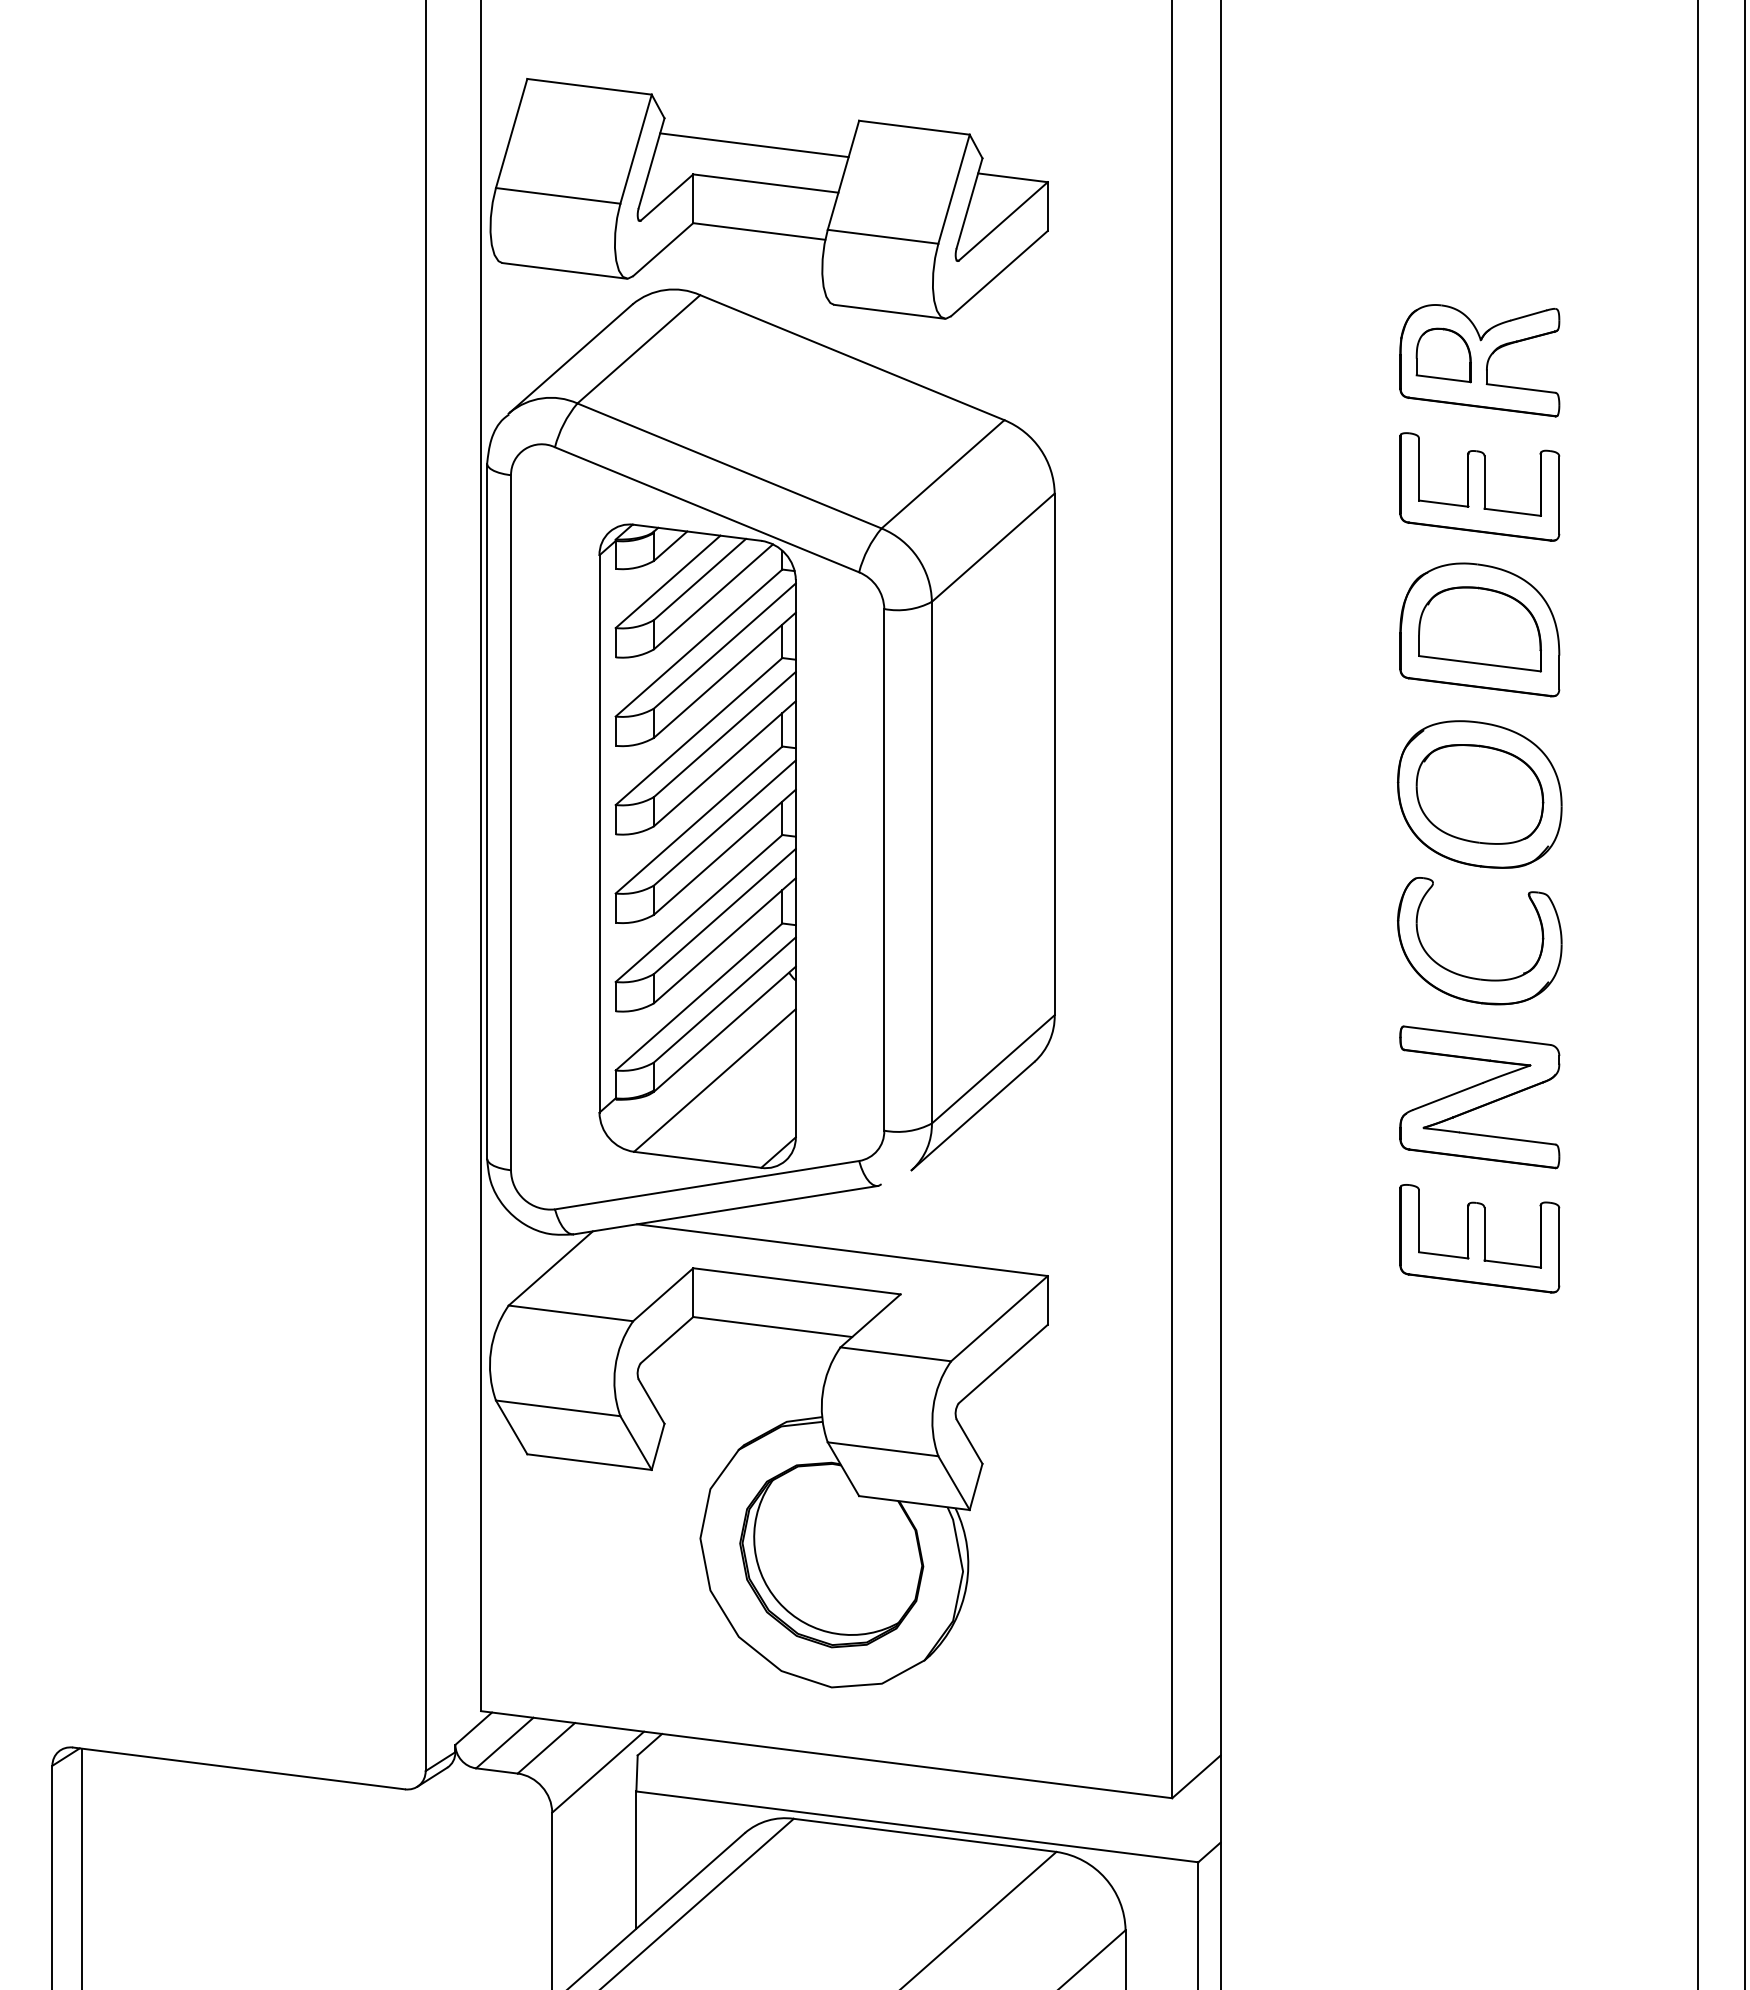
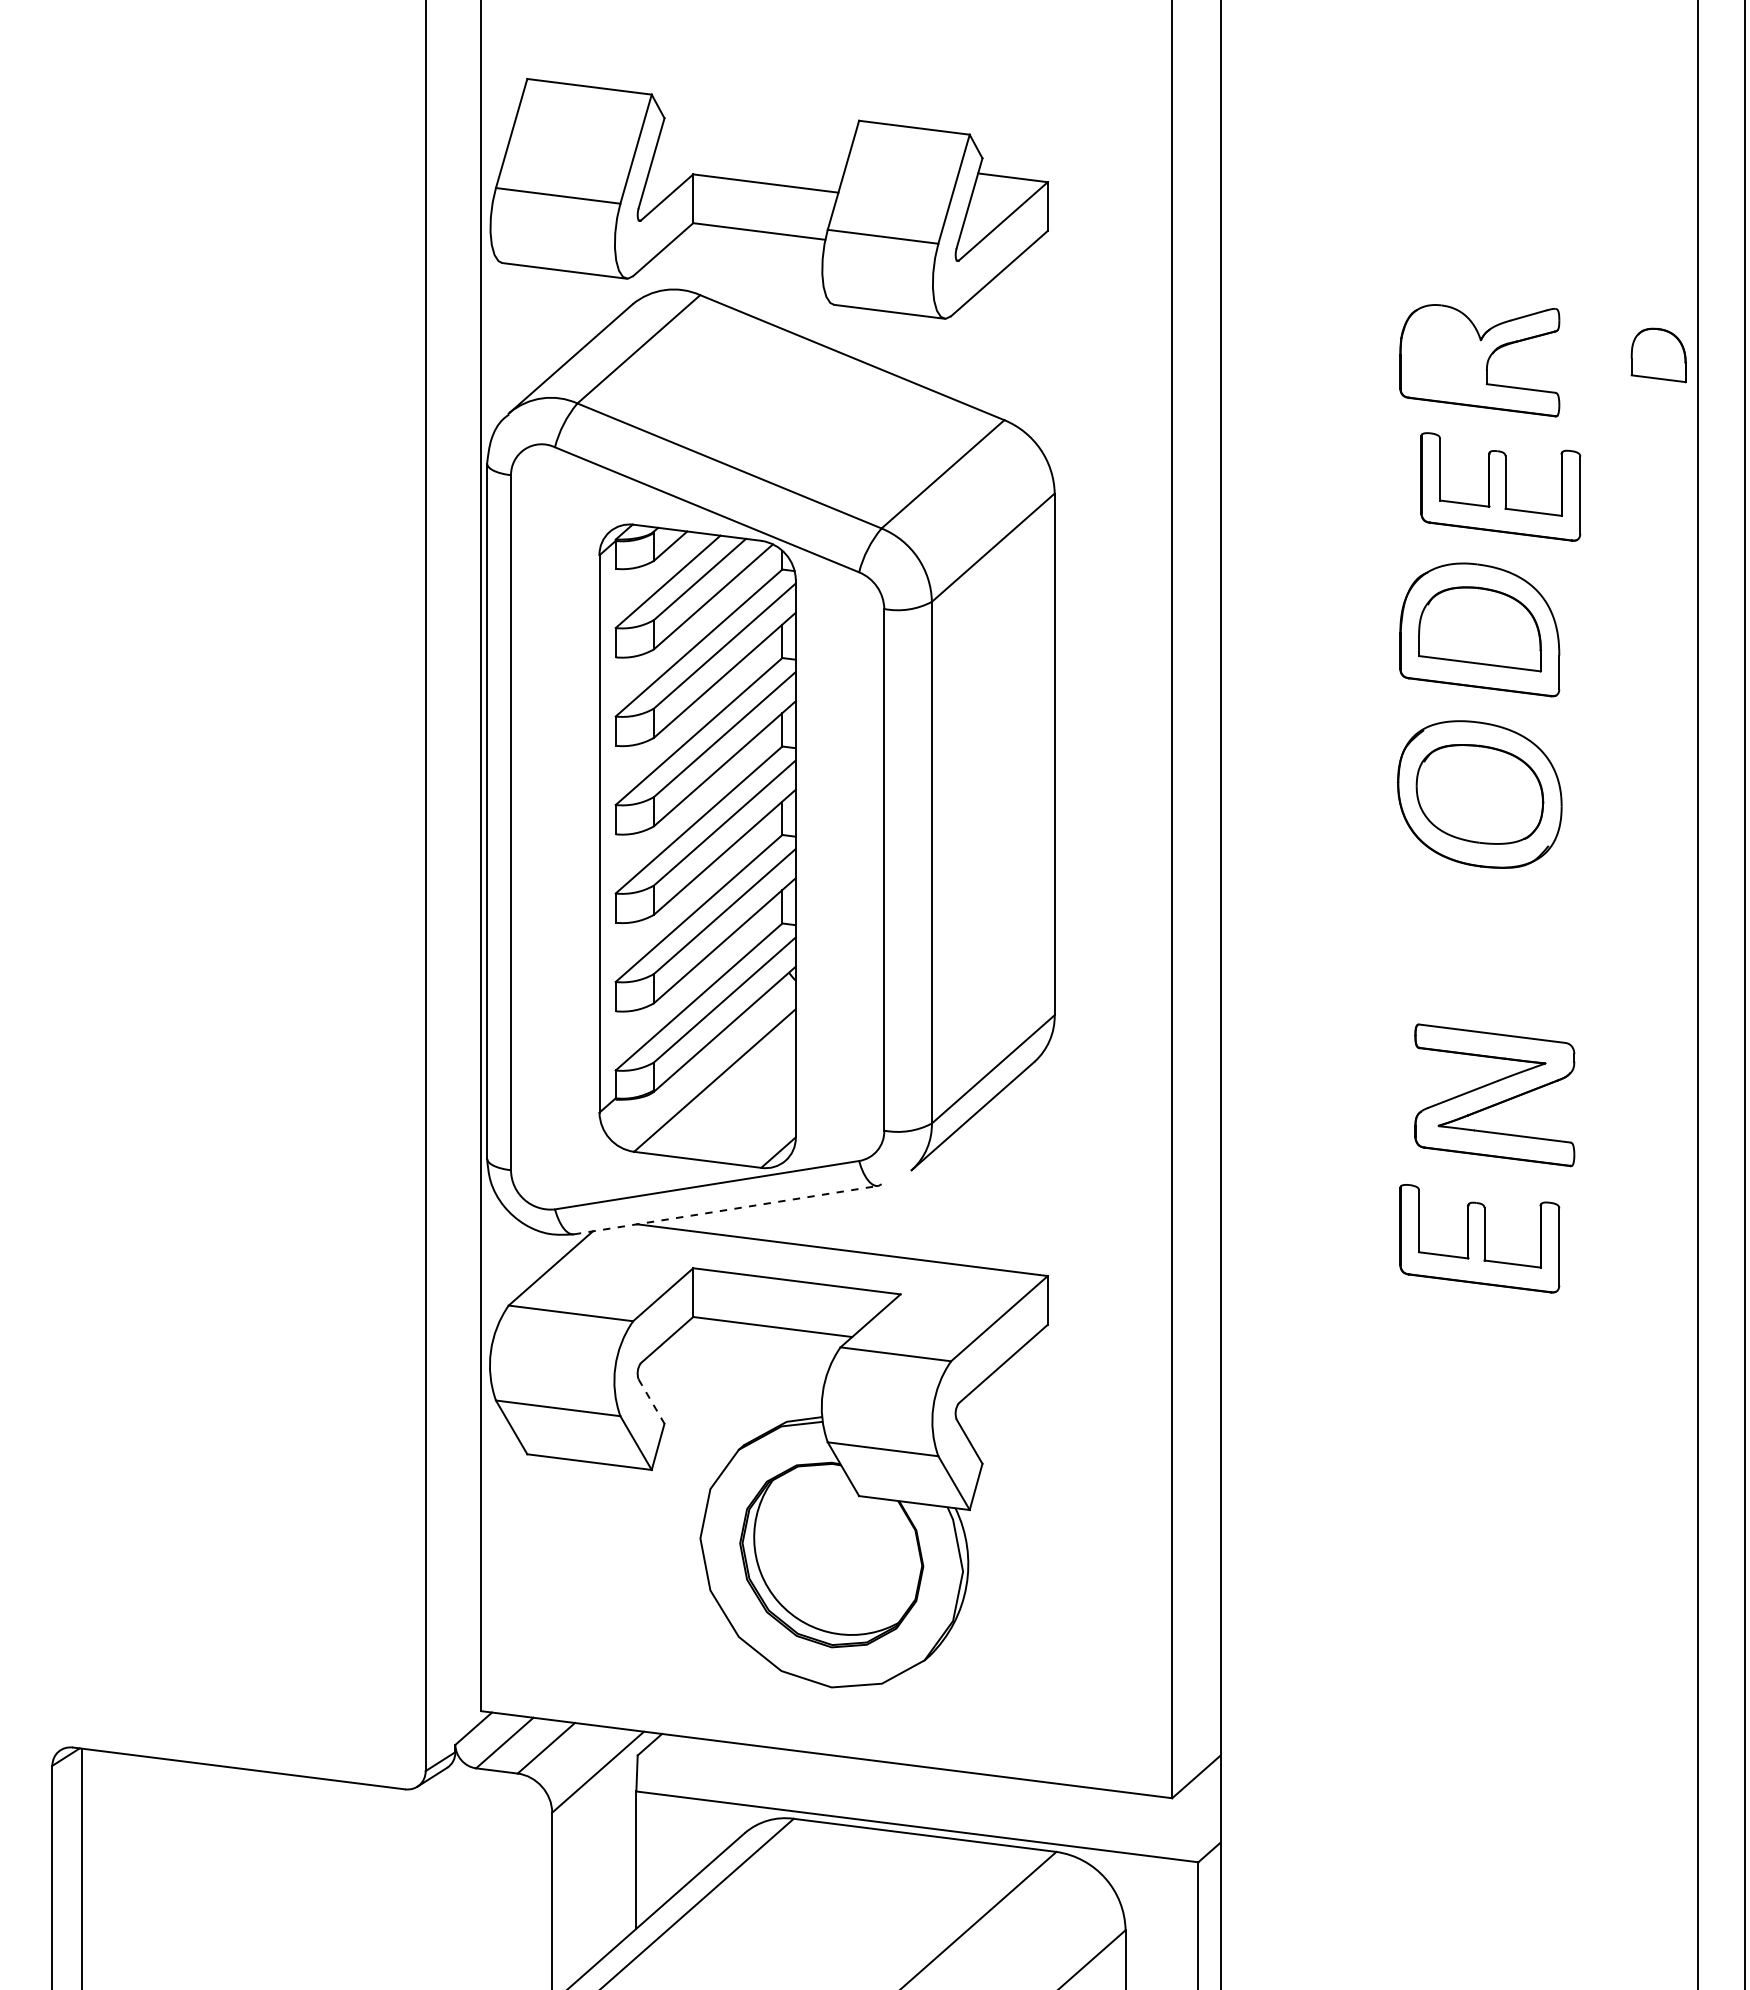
line at (754, 145): present -> none
part at (1443, 355) position: (1443, 355) -> (1658, 355)
part at (1479, 486) position: (1479, 486) -> (1500, 486)
part at (1475, 977): present -> none
part at (1479, 1097) position: (1479, 1097) -> (1494, 1095)
line at (725, 1210): solid -> dashed
line at (651, 1401): solid -> dashed
